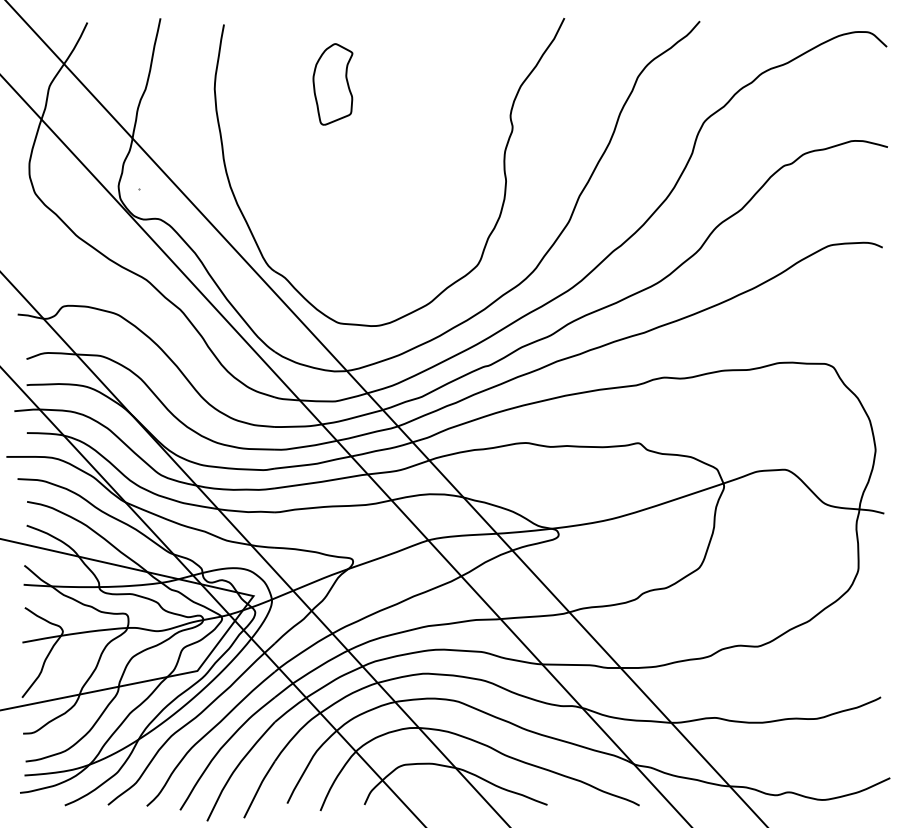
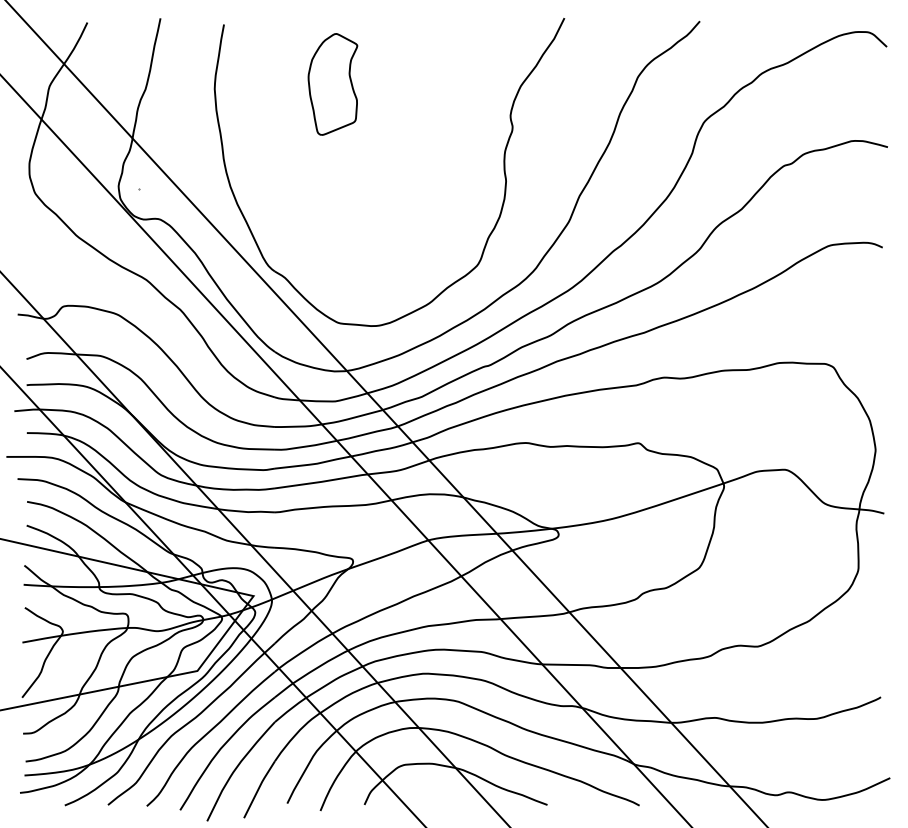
part at (332, 84) size: 42x83 px -> 52x103 px
